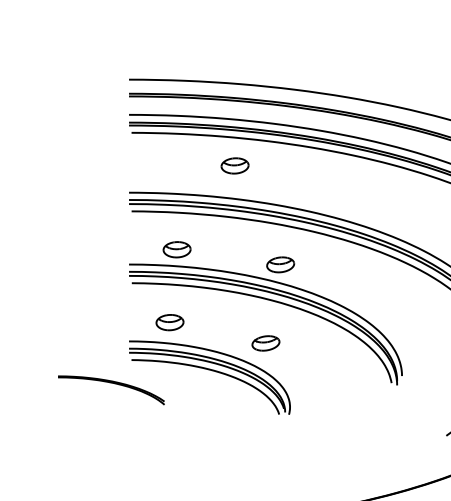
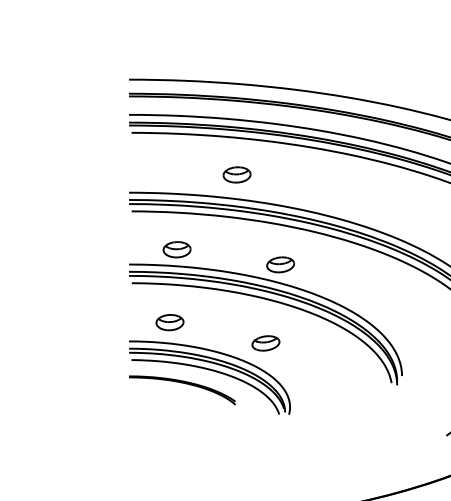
part at (234, 165) position: (234, 165) -> (236, 174)
part at (114, 384) position: (114, 384) -> (185, 384)
